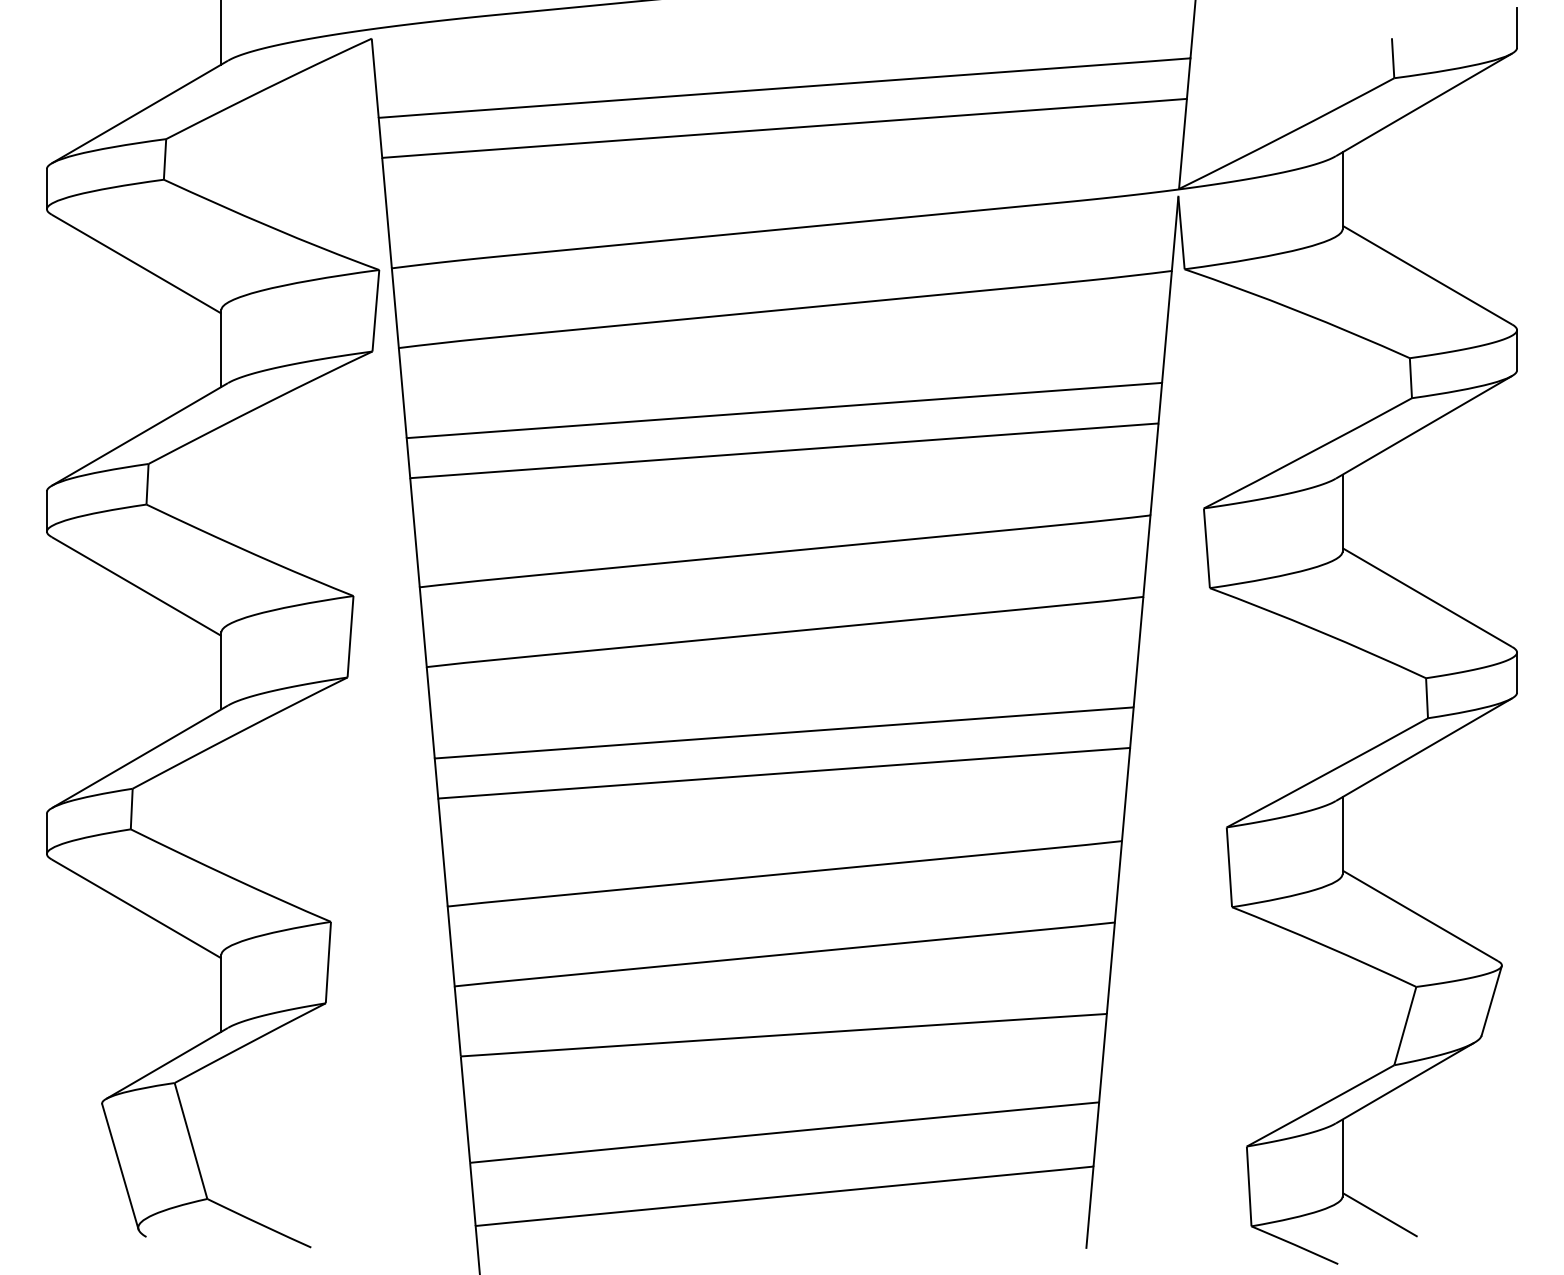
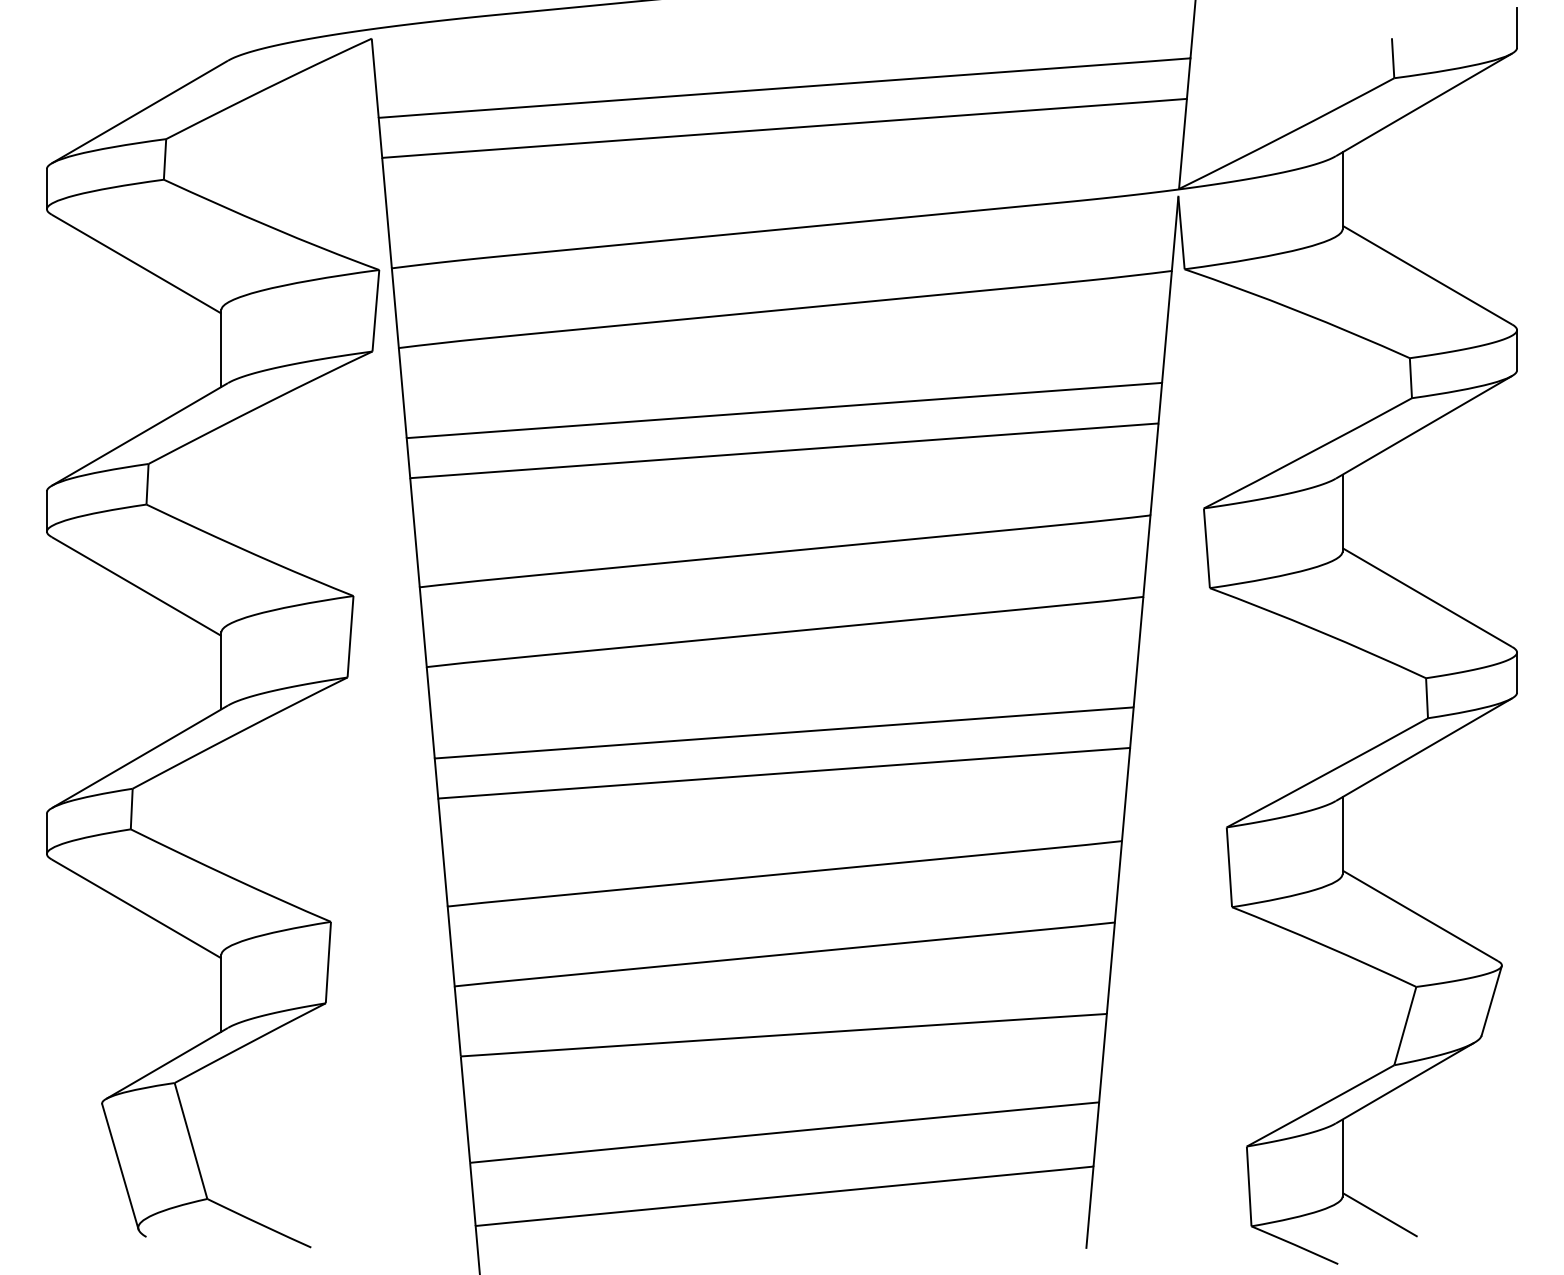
line at (221, 33): present -> none
